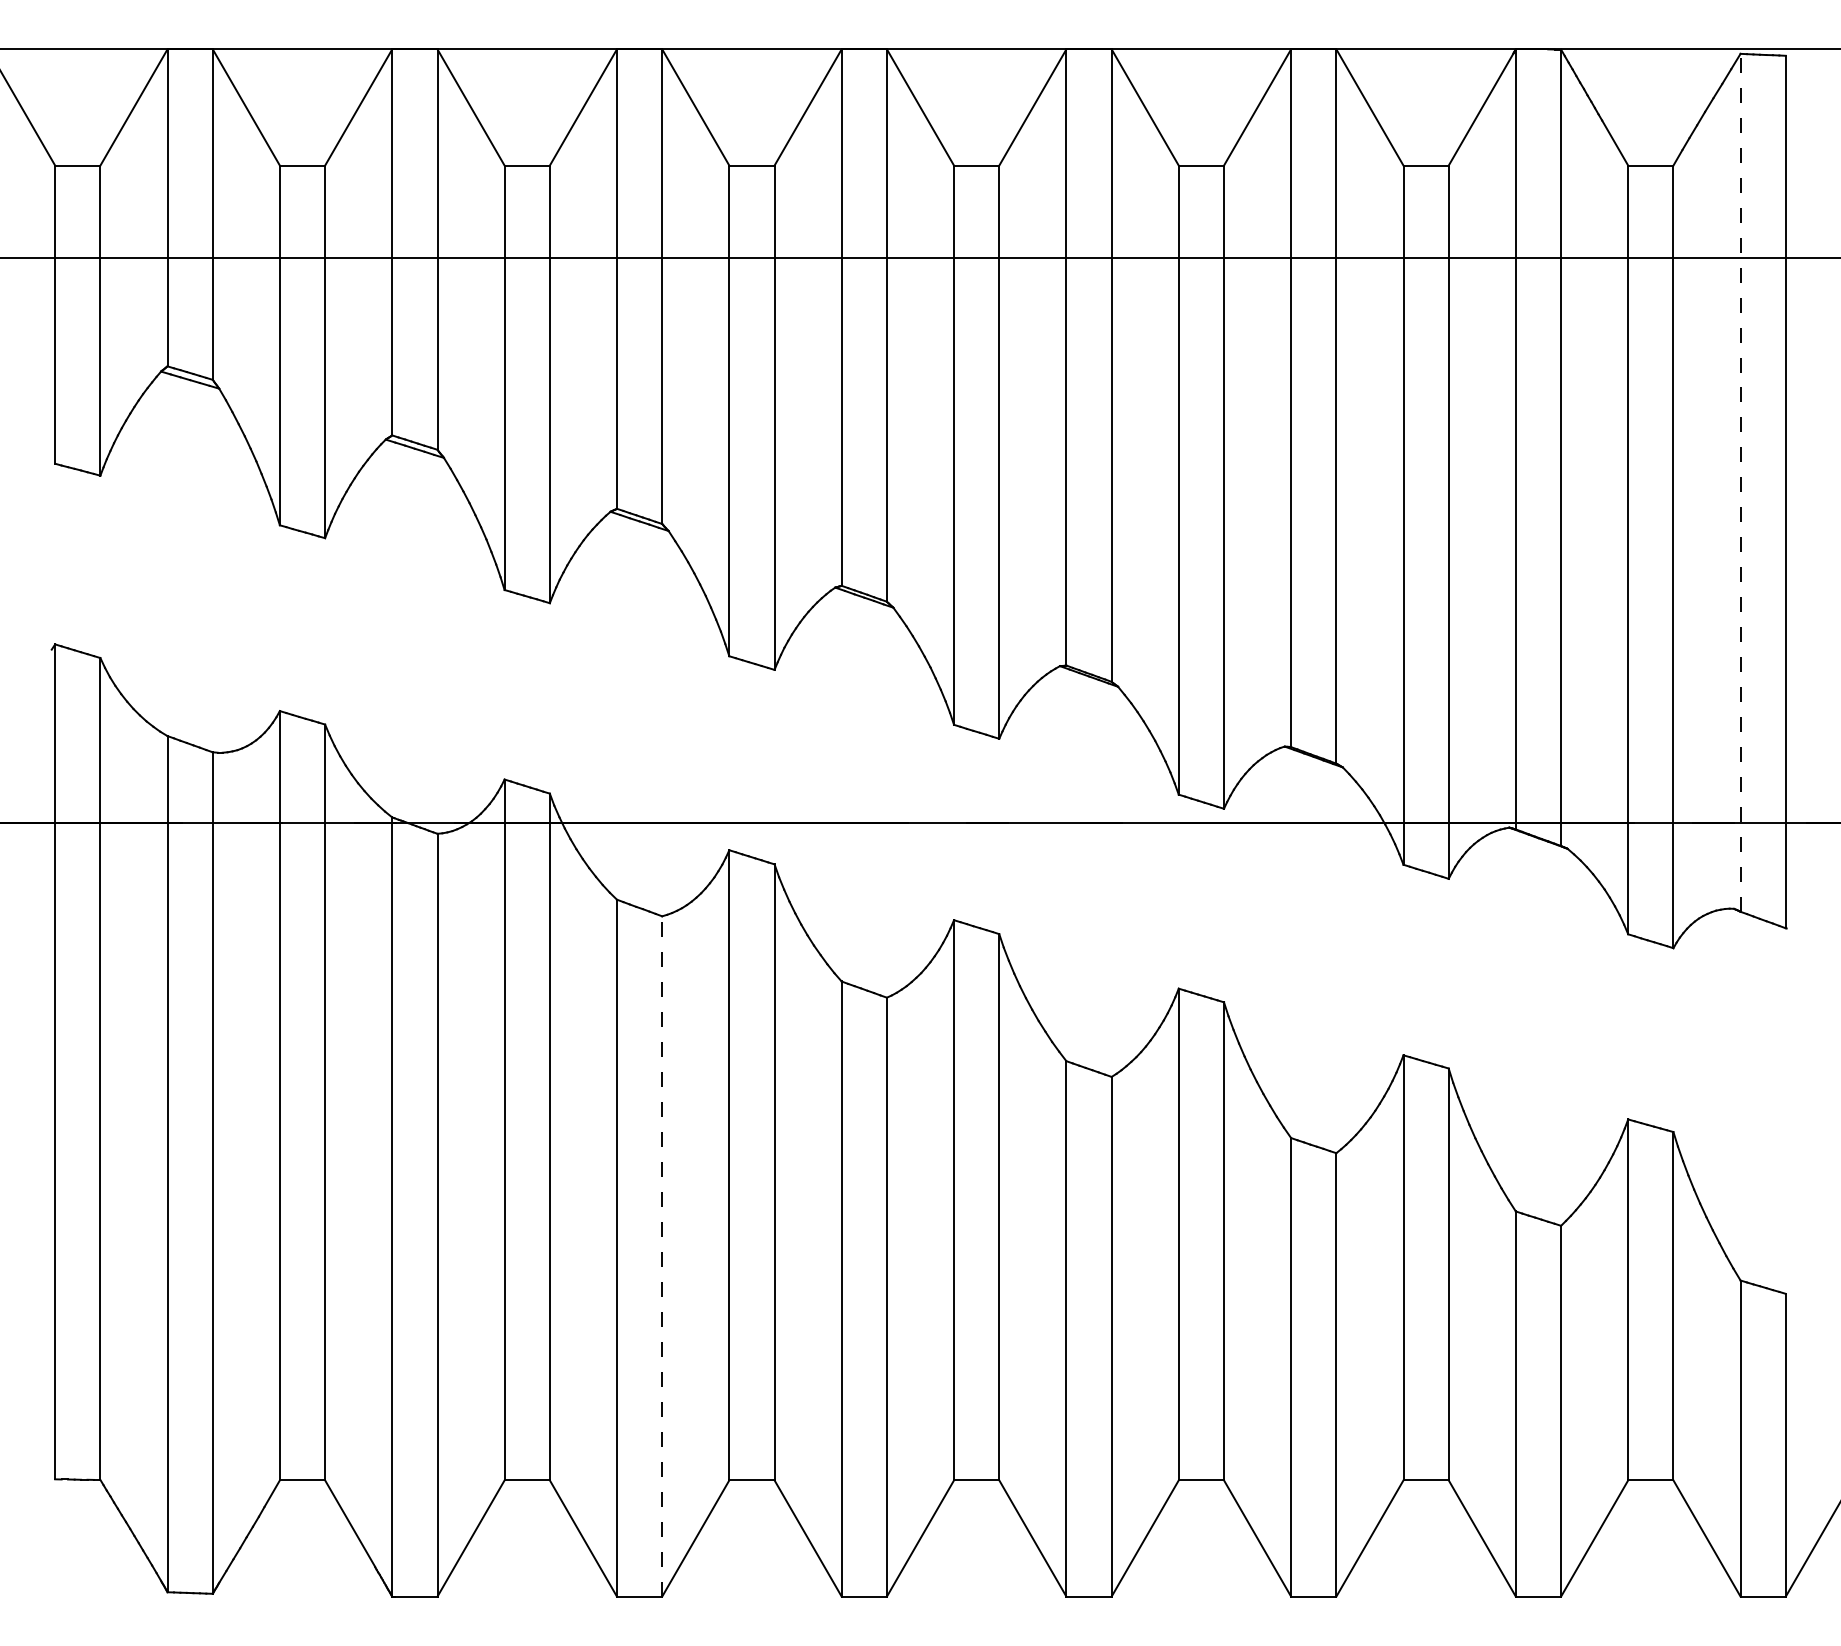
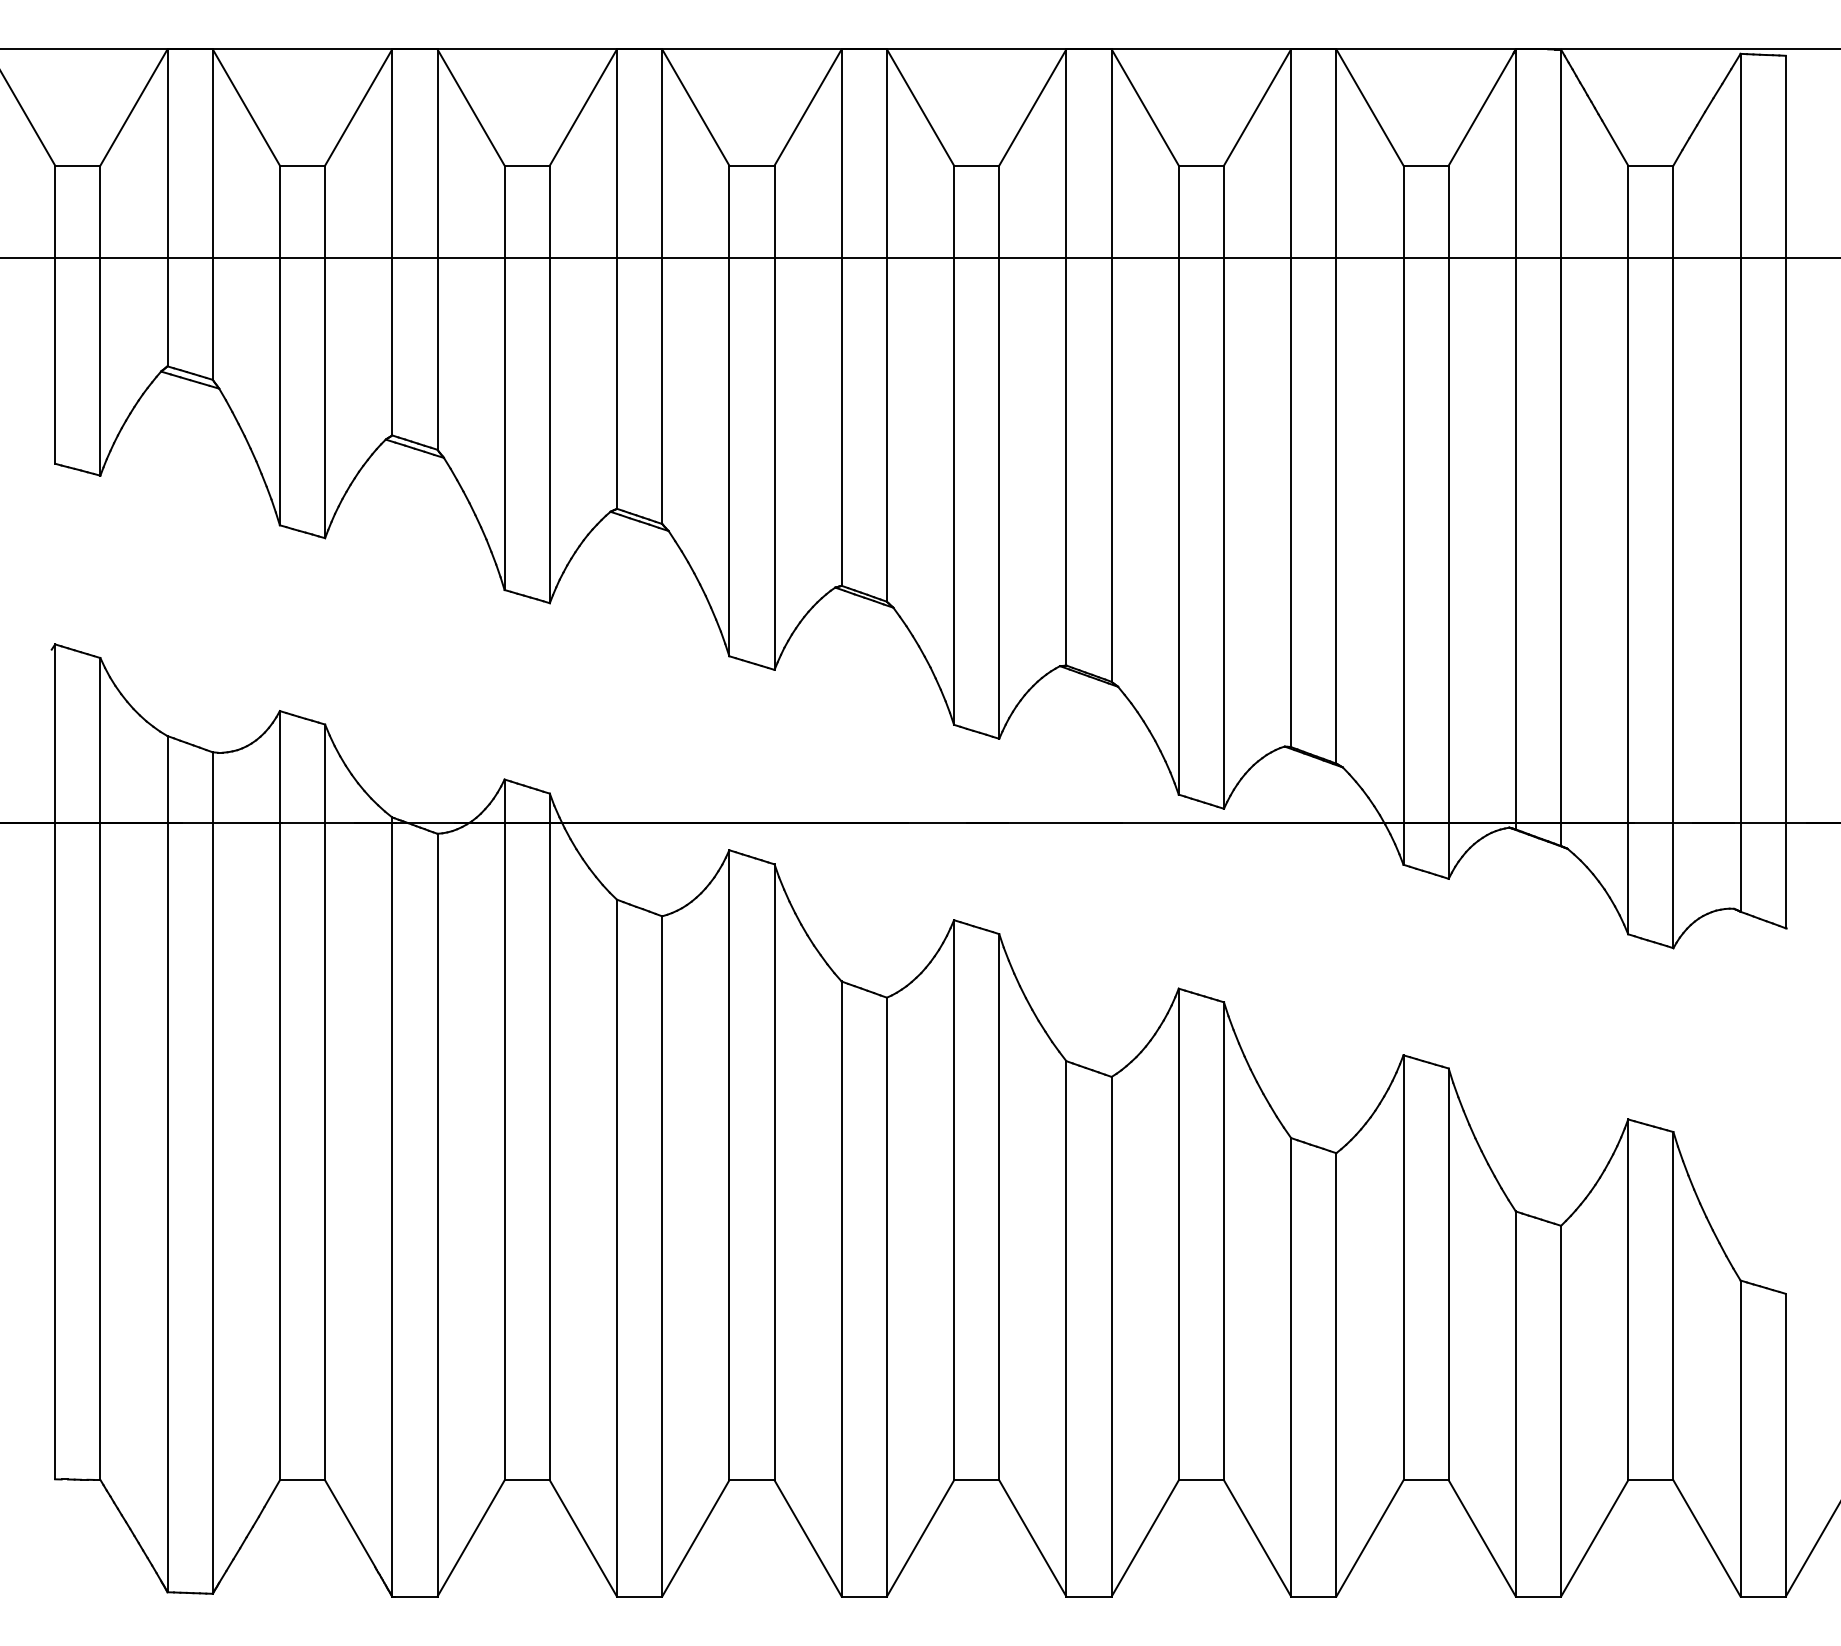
line at (1740, 482): dashed -> solid
line at (662, 1255): dashed -> solid
